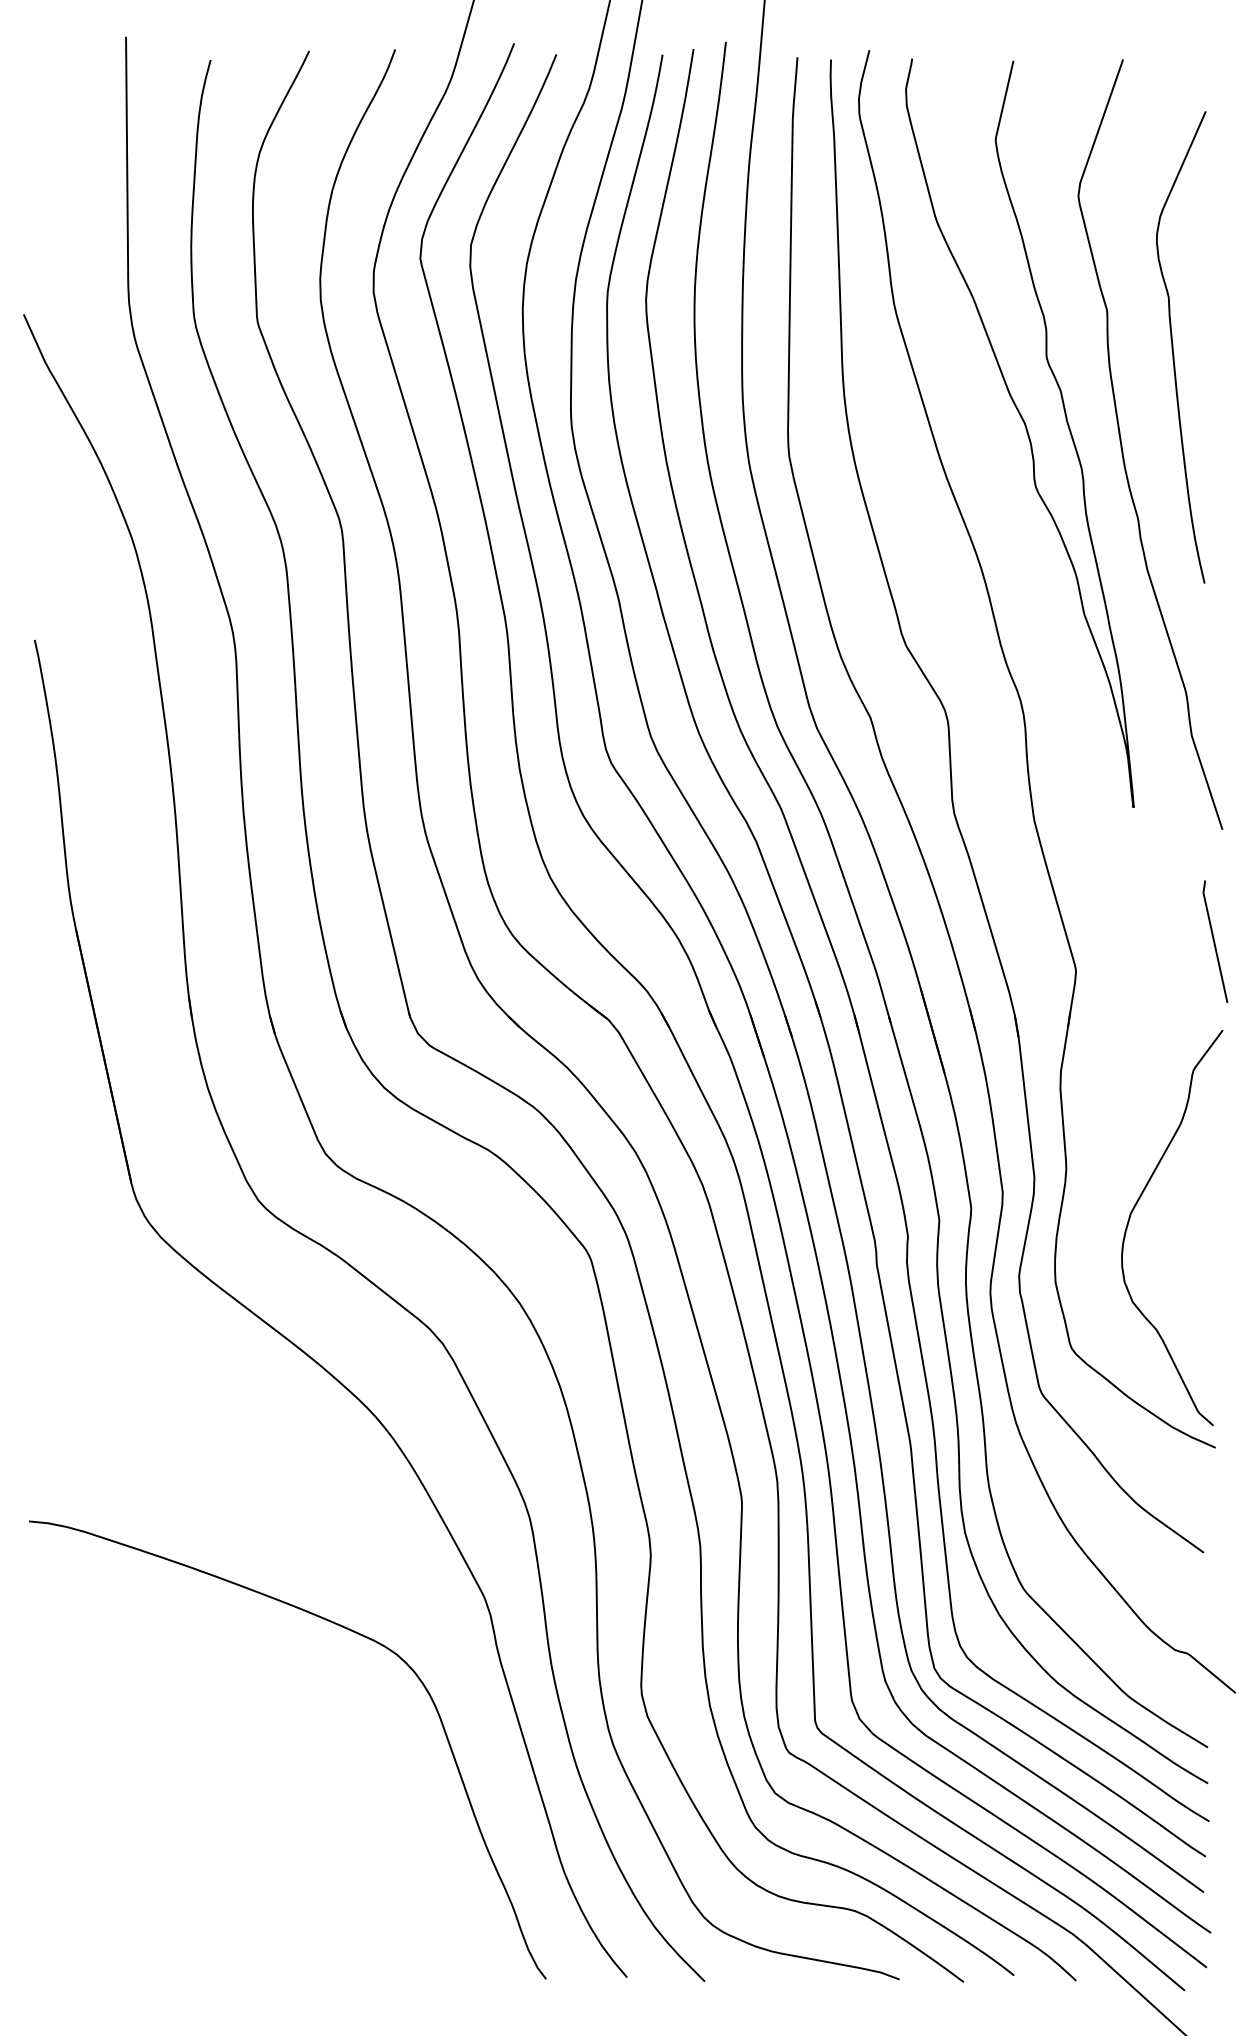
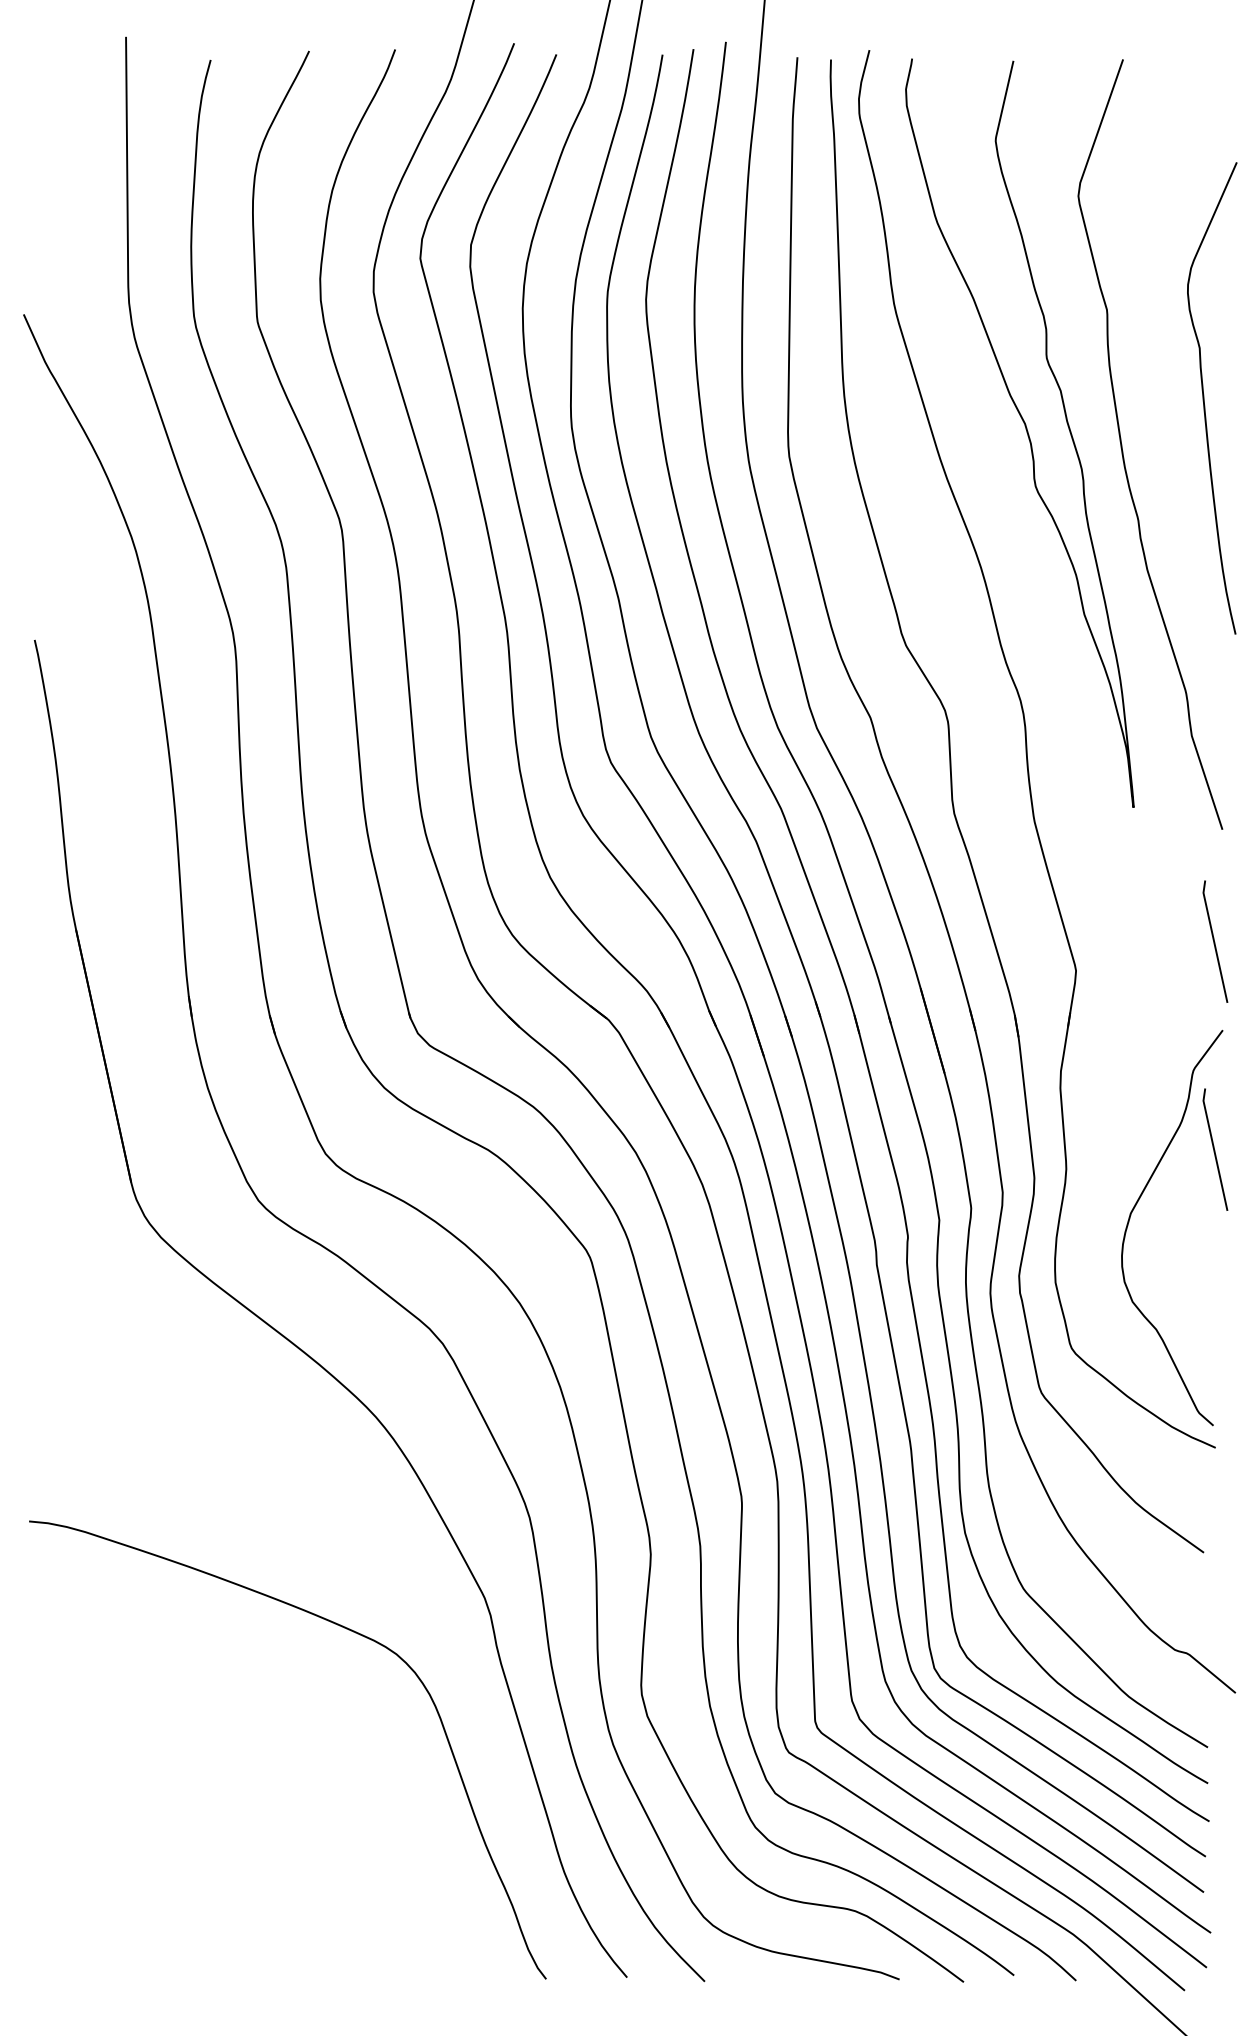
curve at (1173, 347) position: (1173, 347) -> (1204, 398)
line at (1214, 1149): none -> present
